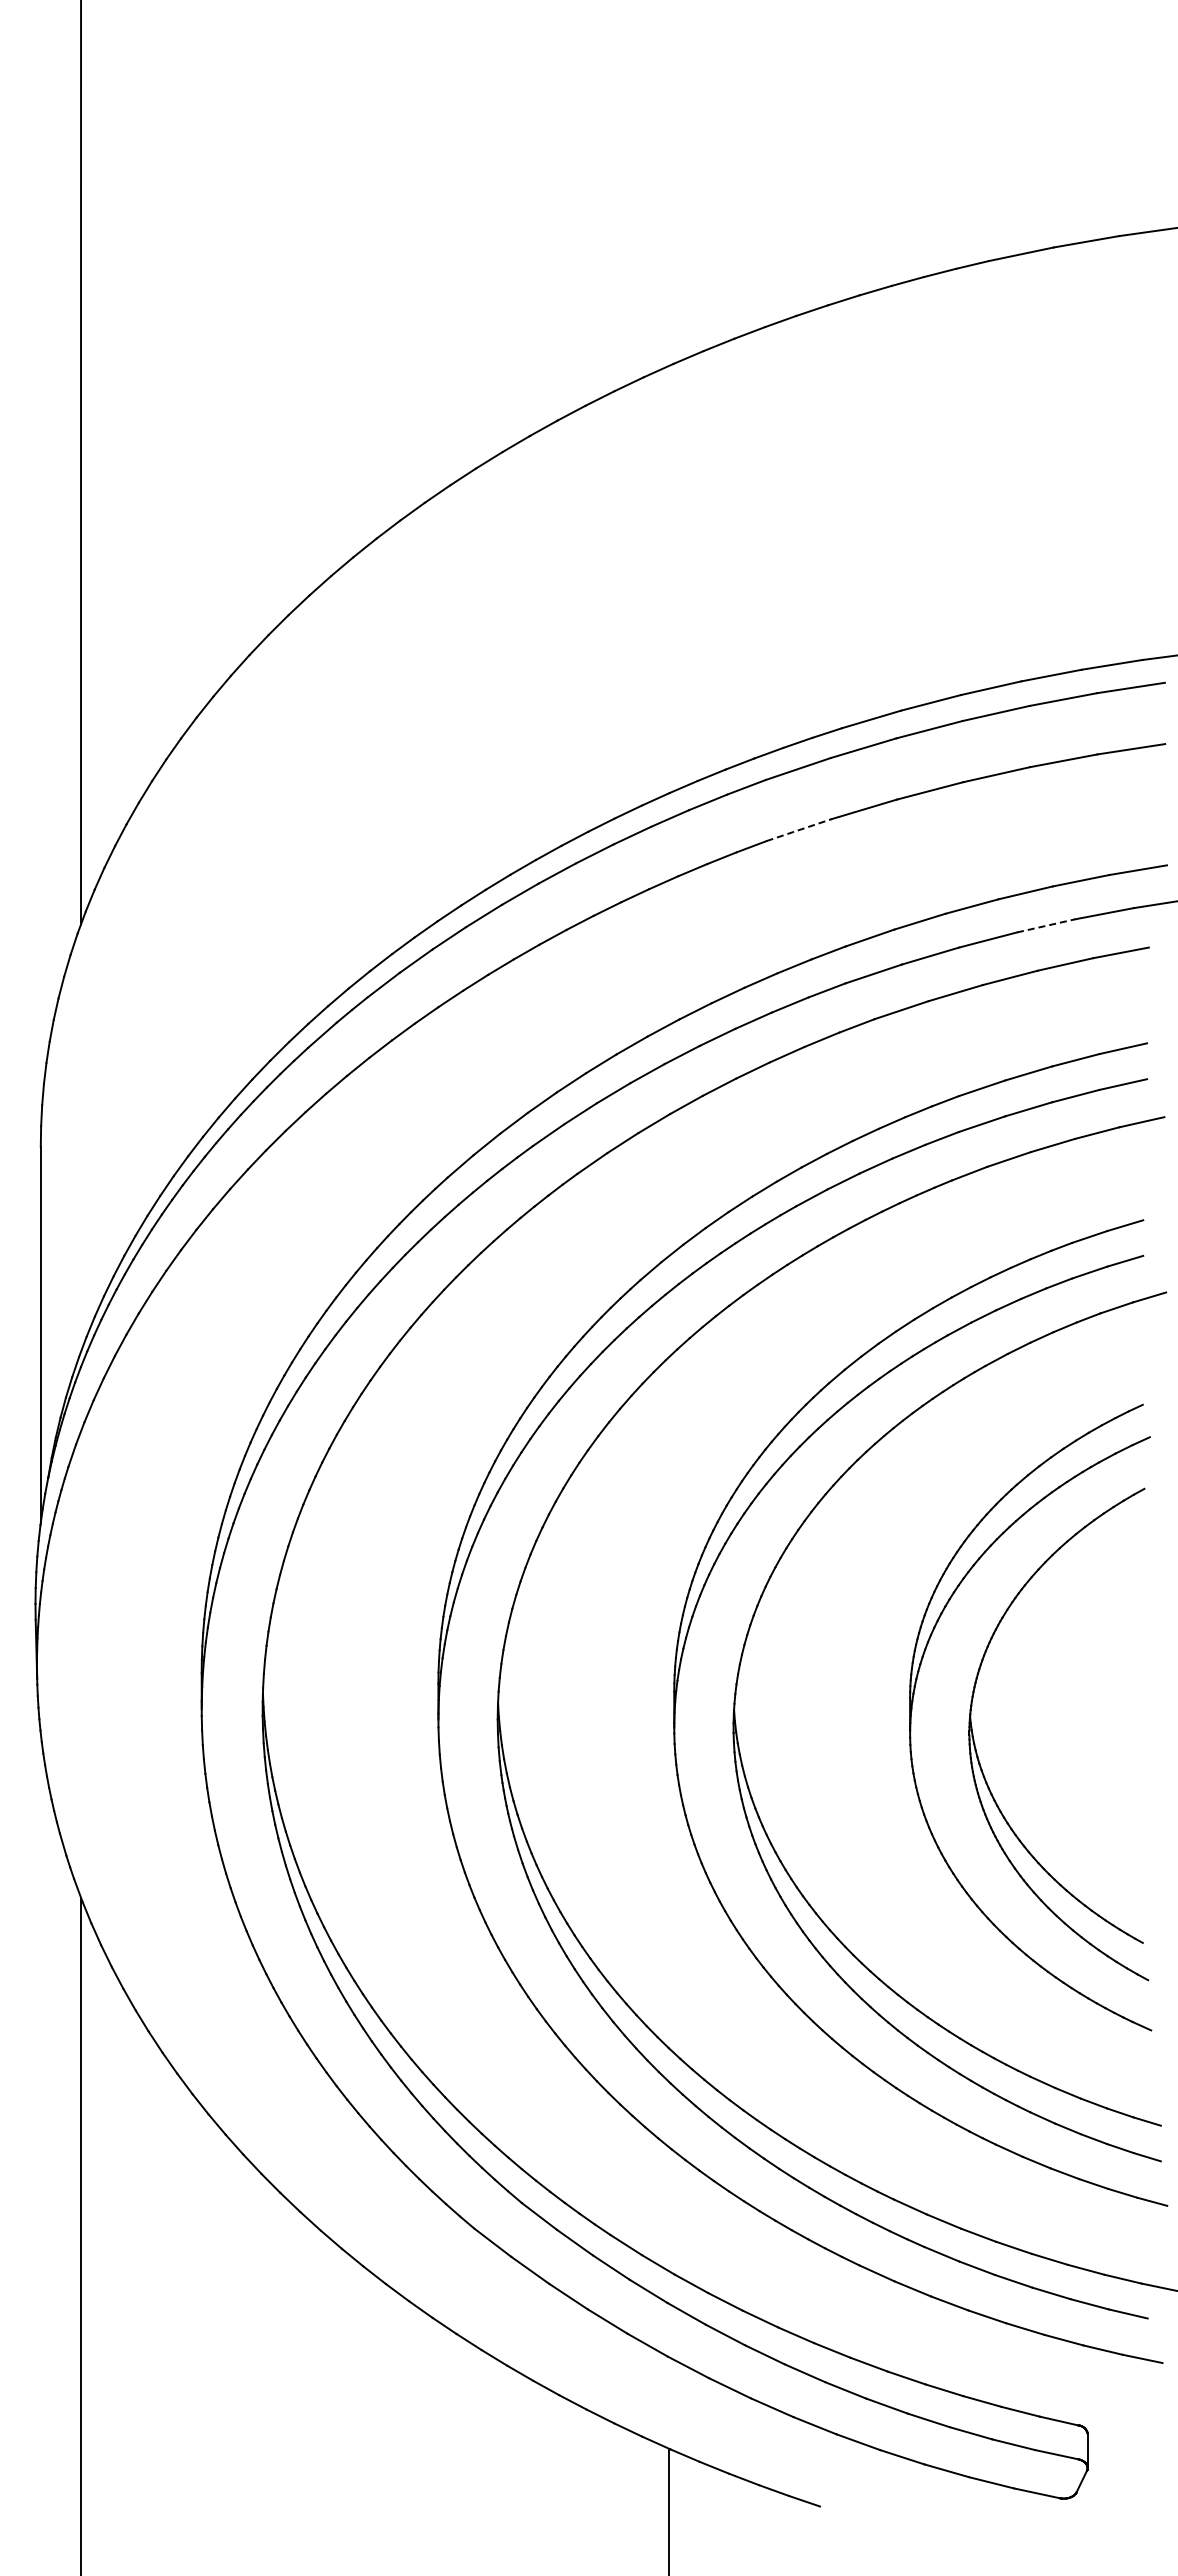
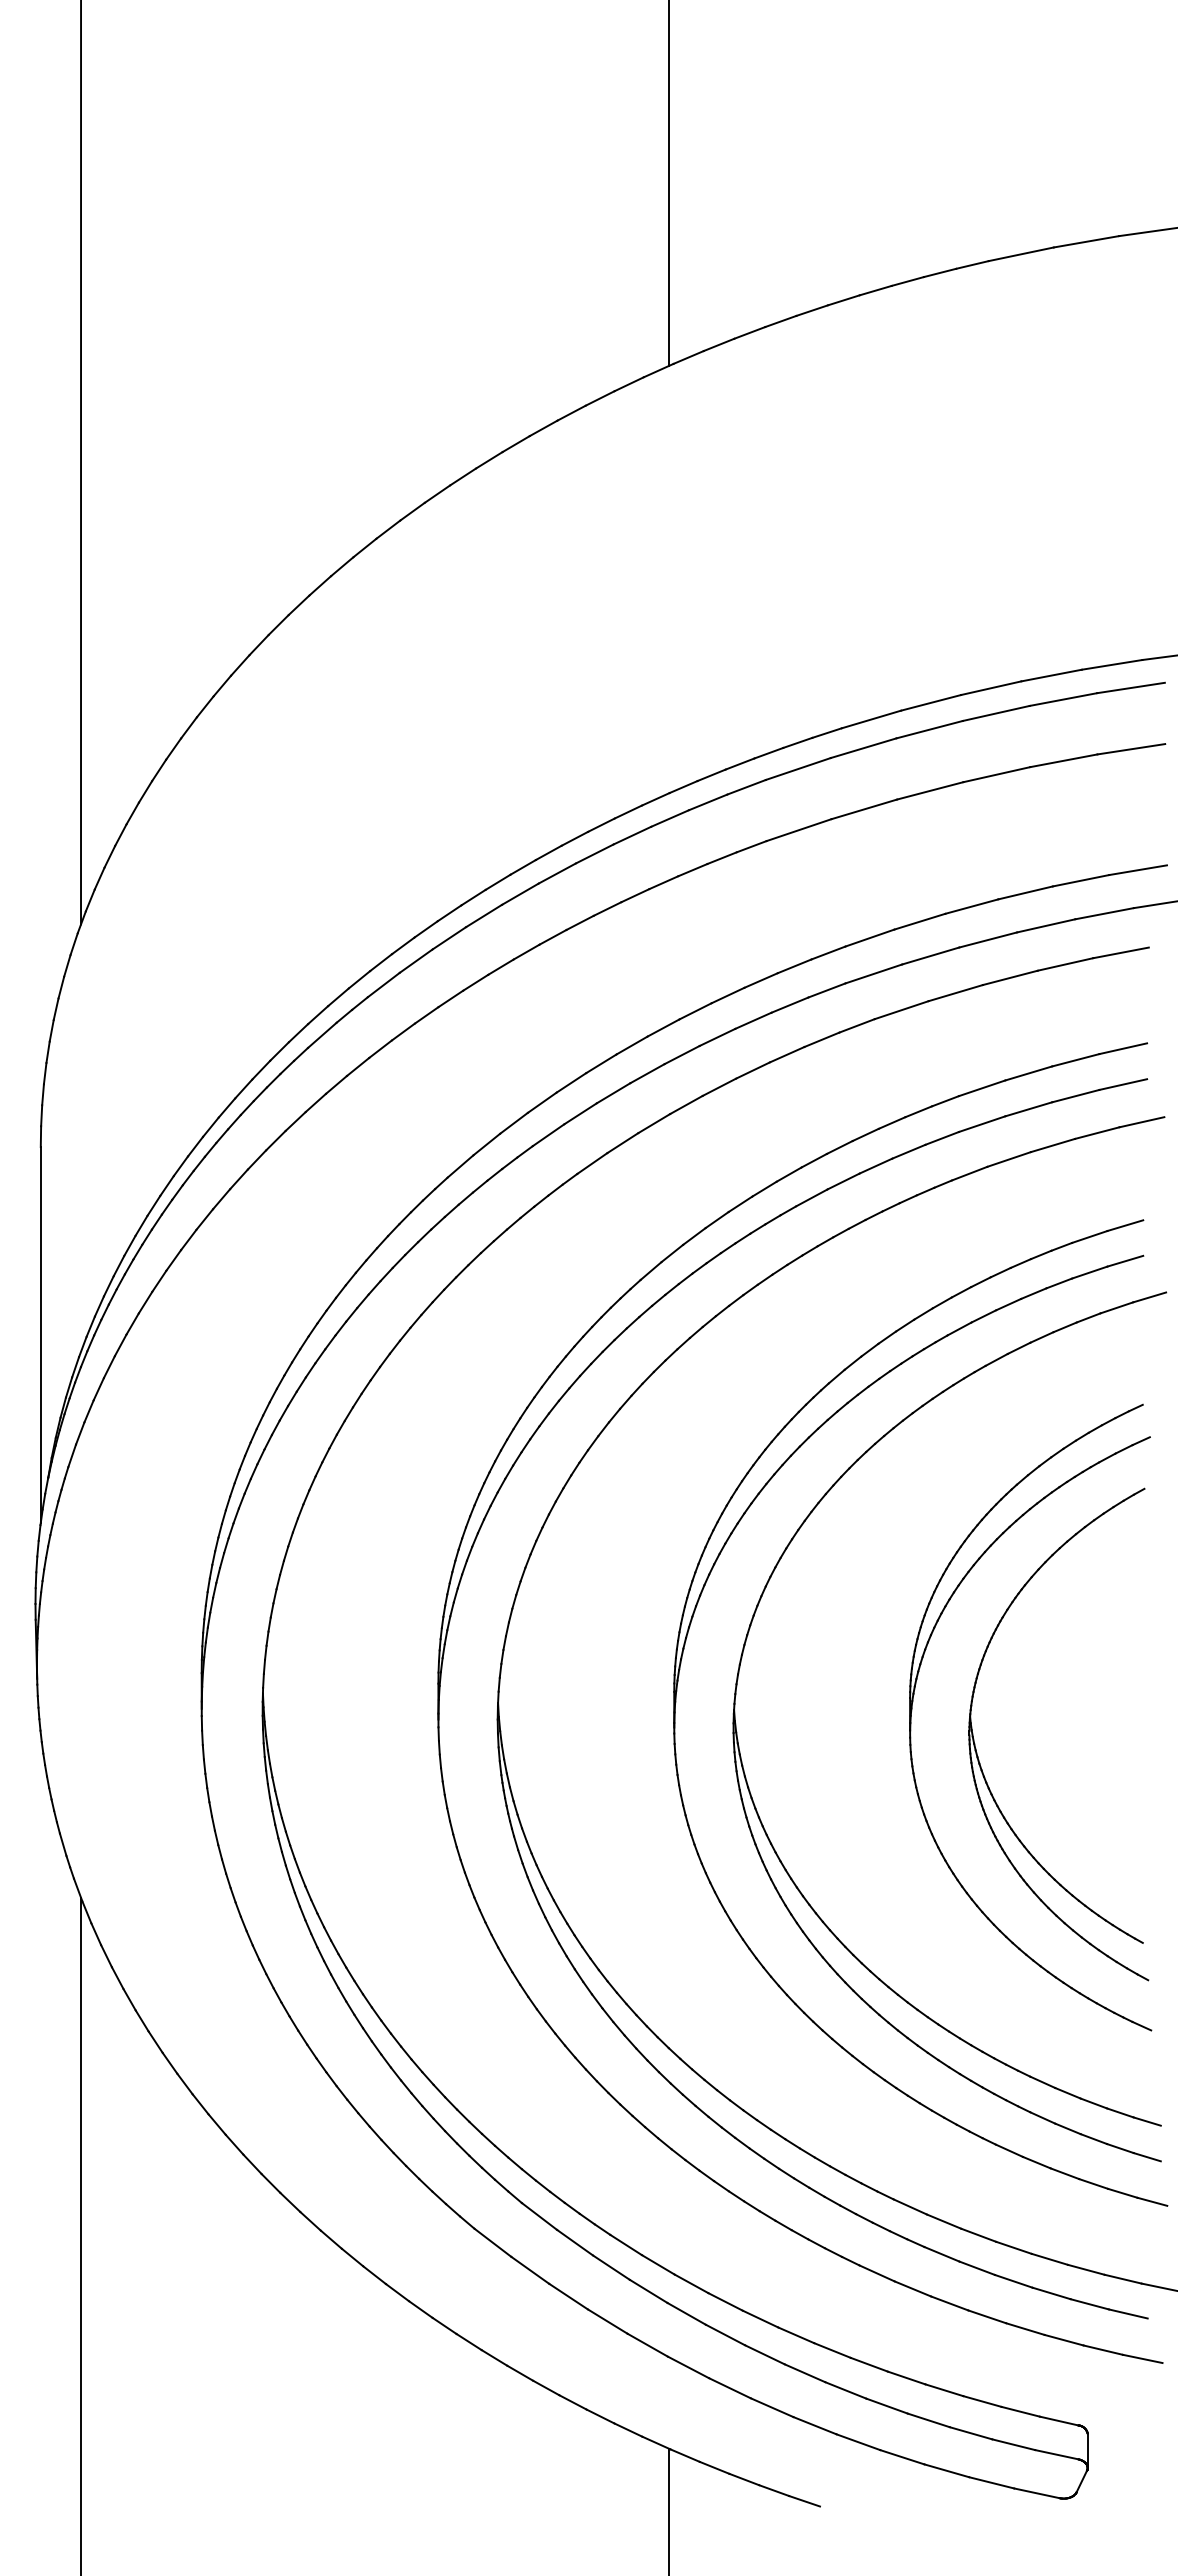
line at (668, 184): none -> present
line at (799, 830): dashed -> solid
line at (1046, 925): dashed -> solid
